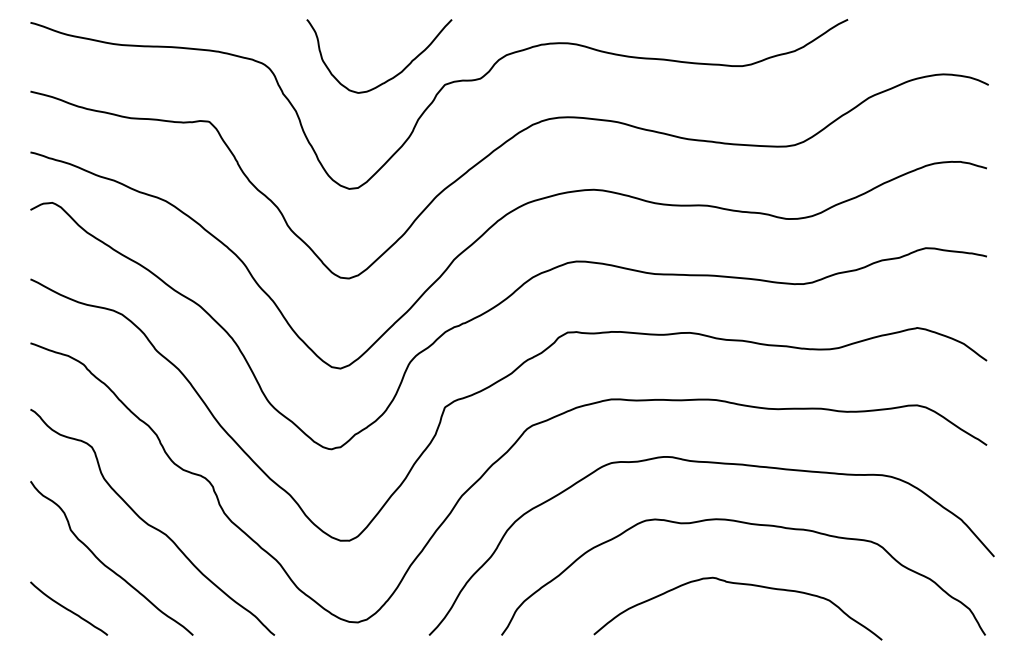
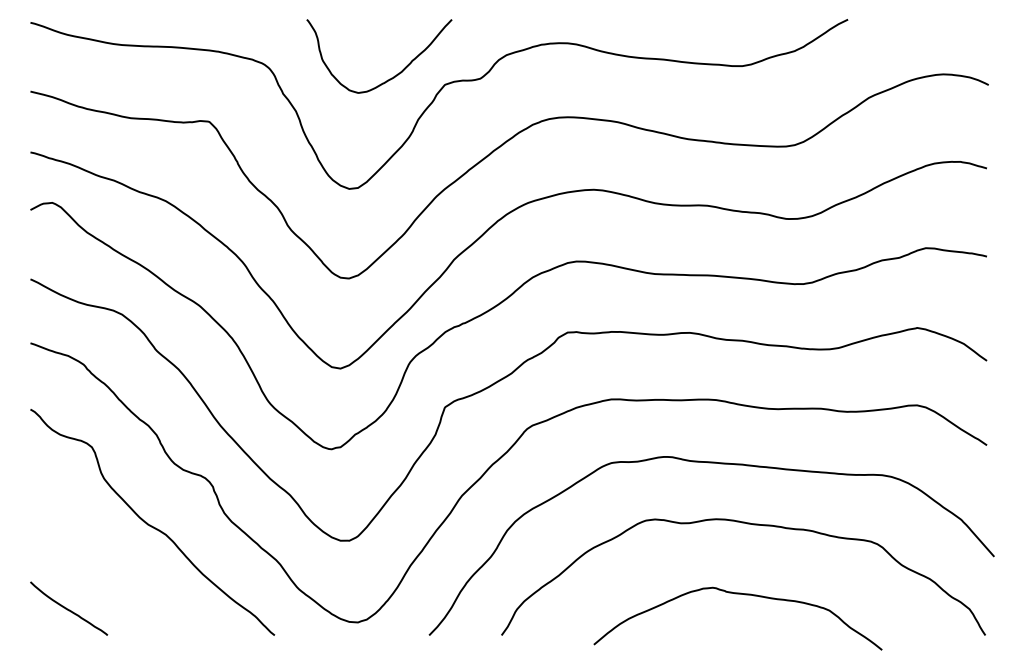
curve at (105, 564): present -> none
curve at (737, 584) position: (737, 584) -> (737, 594)
